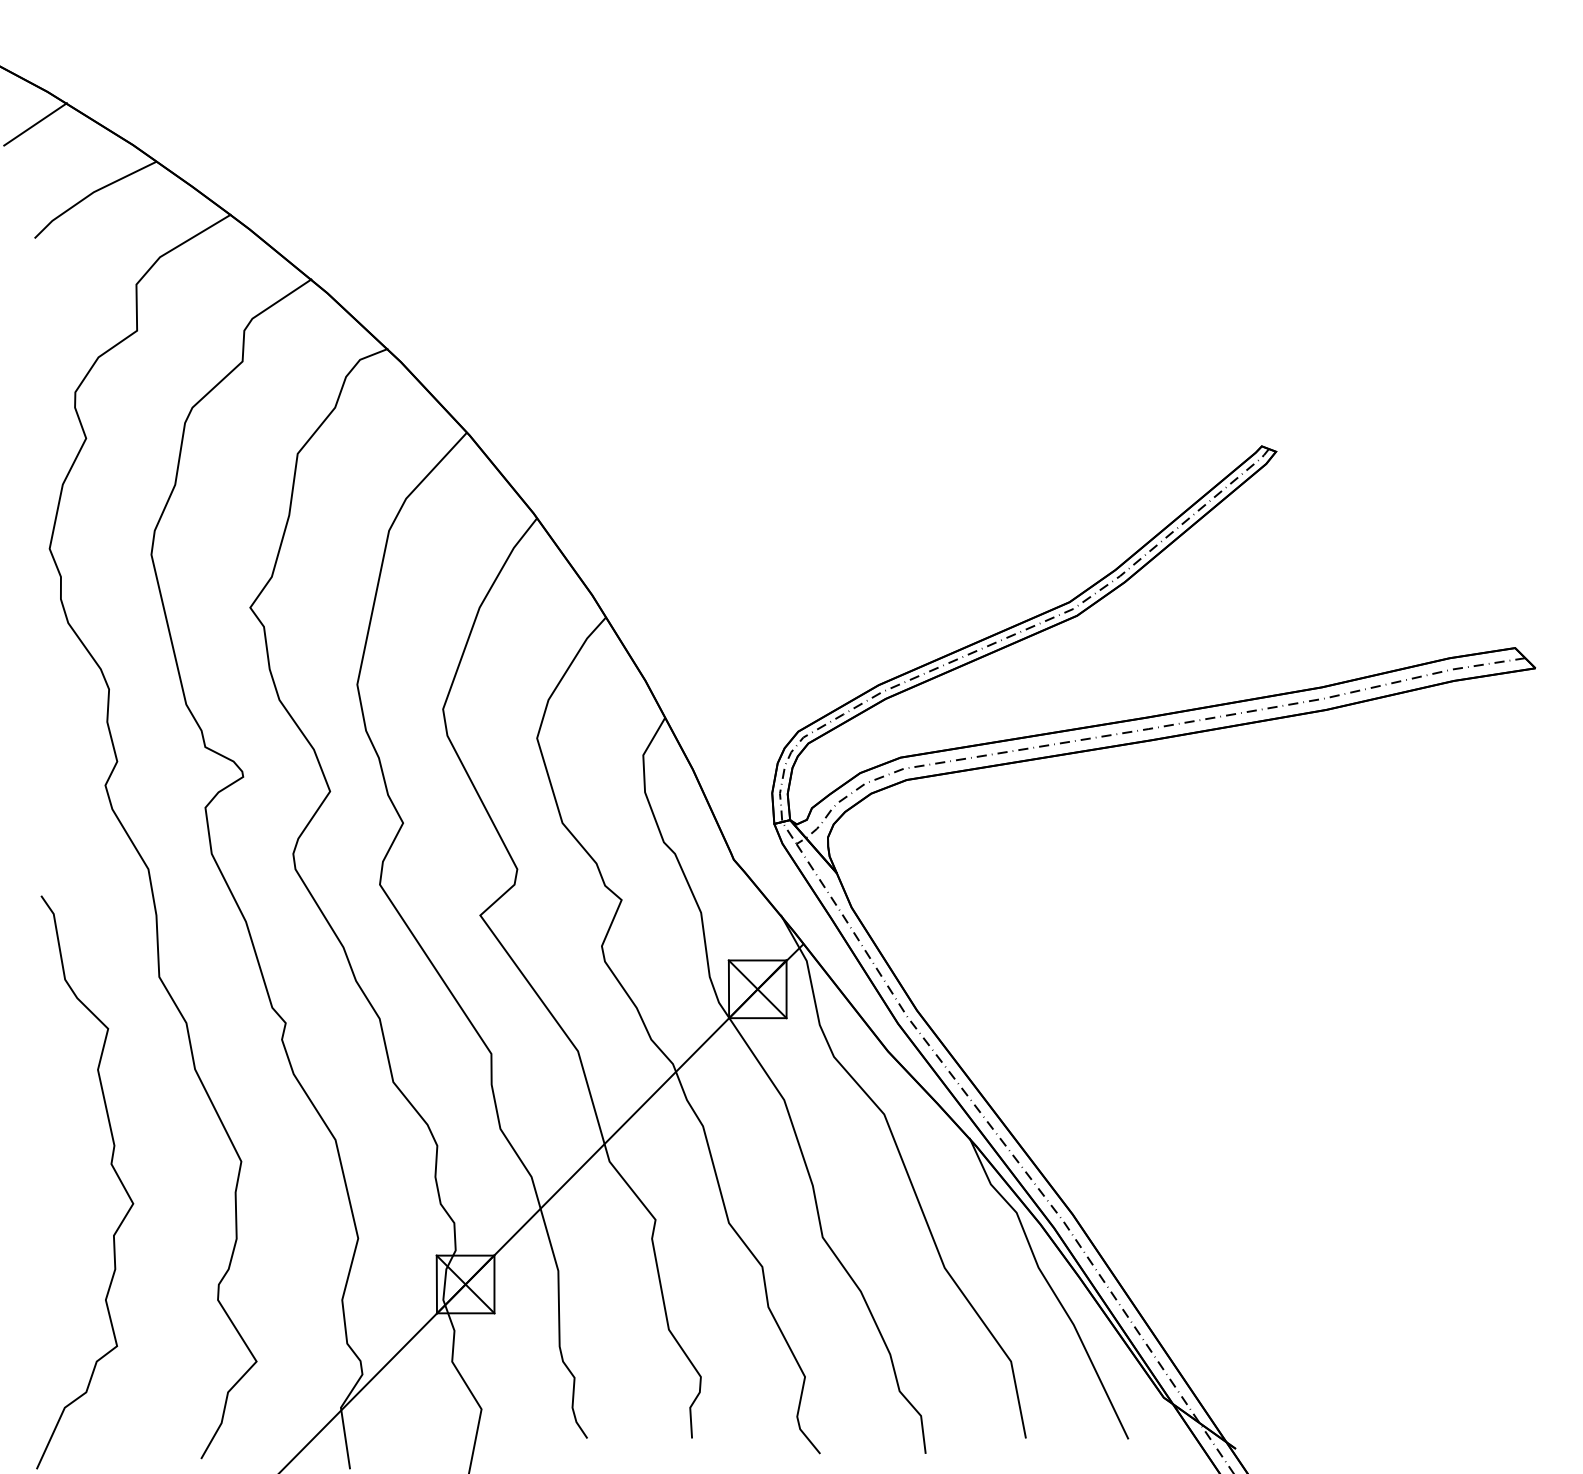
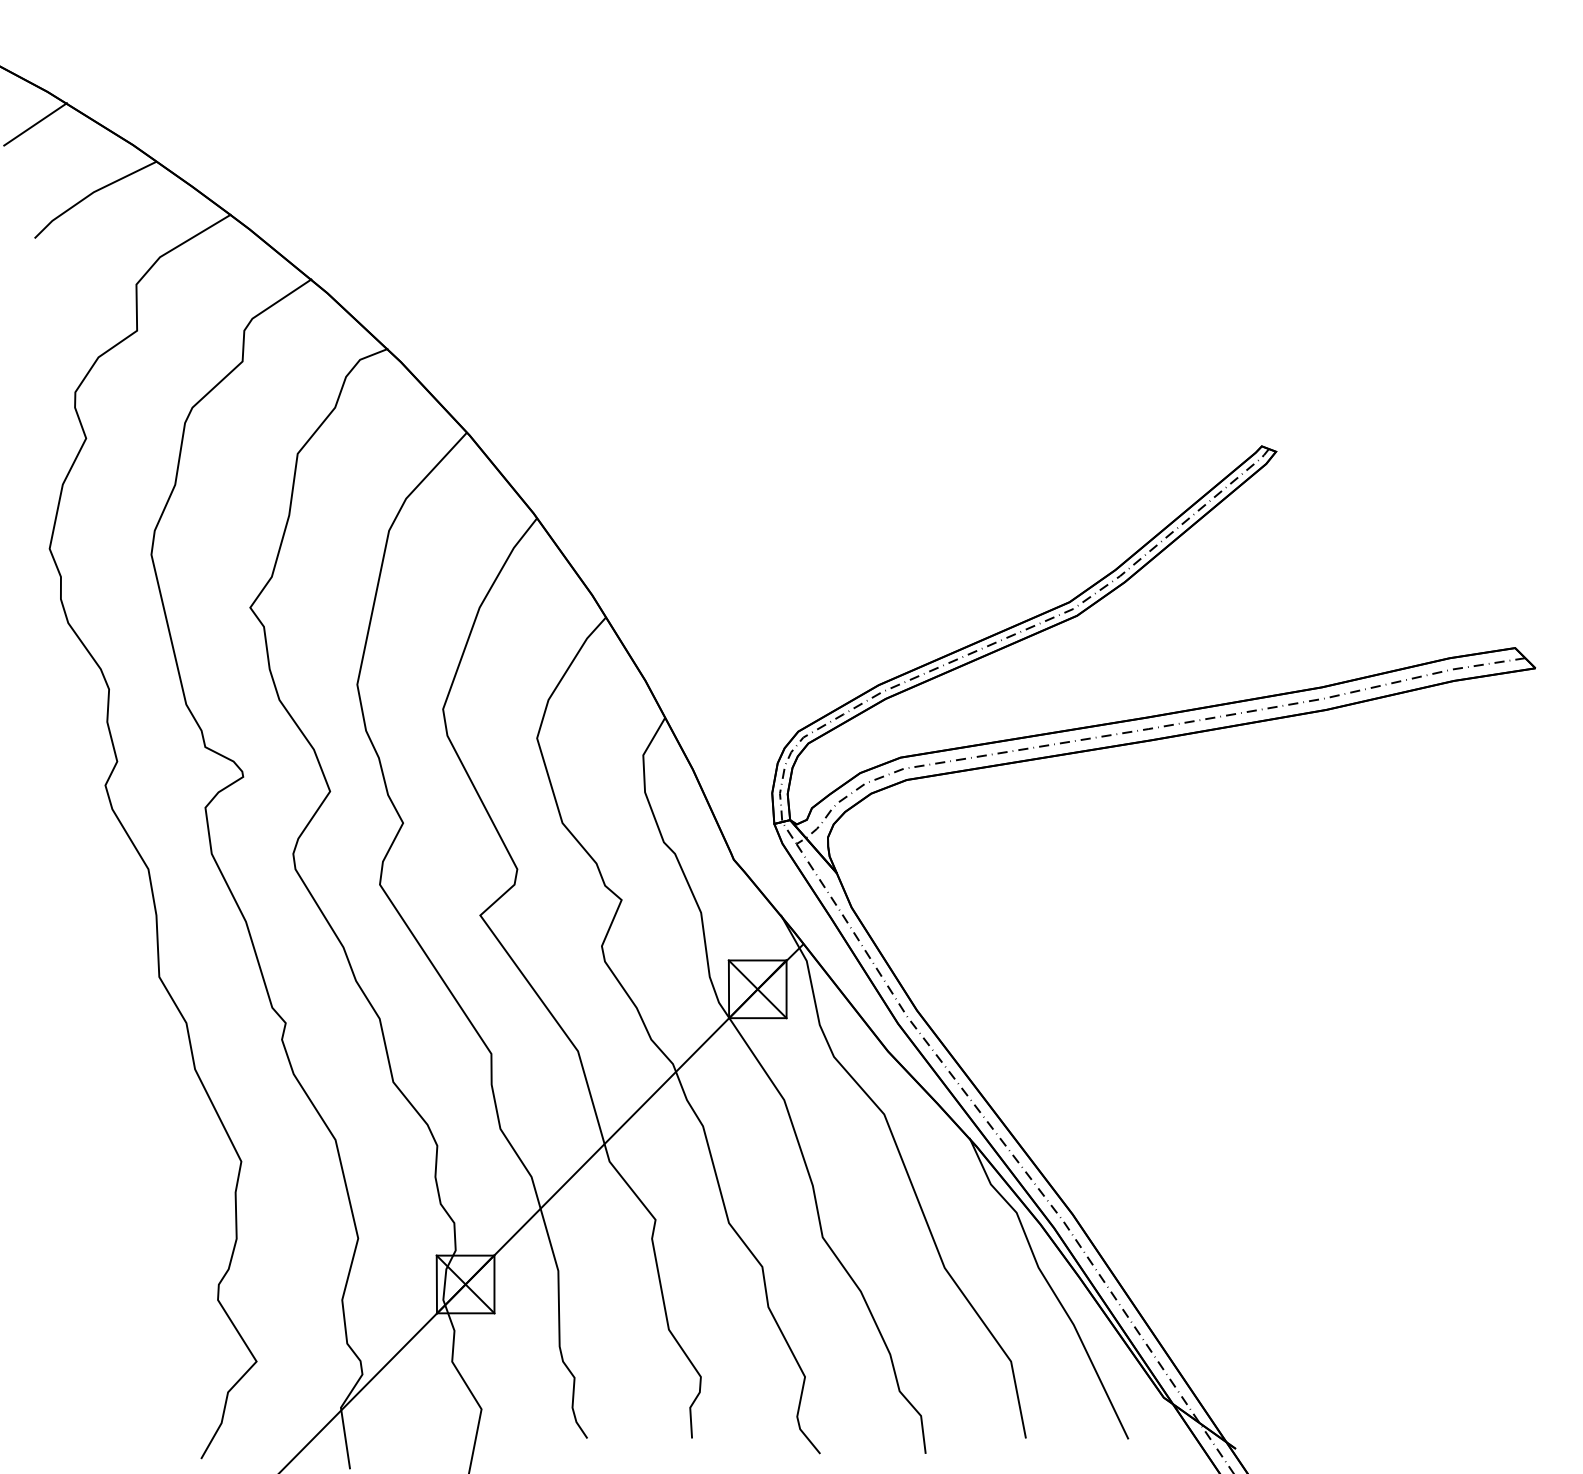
curve at (112, 1168): present -> none
